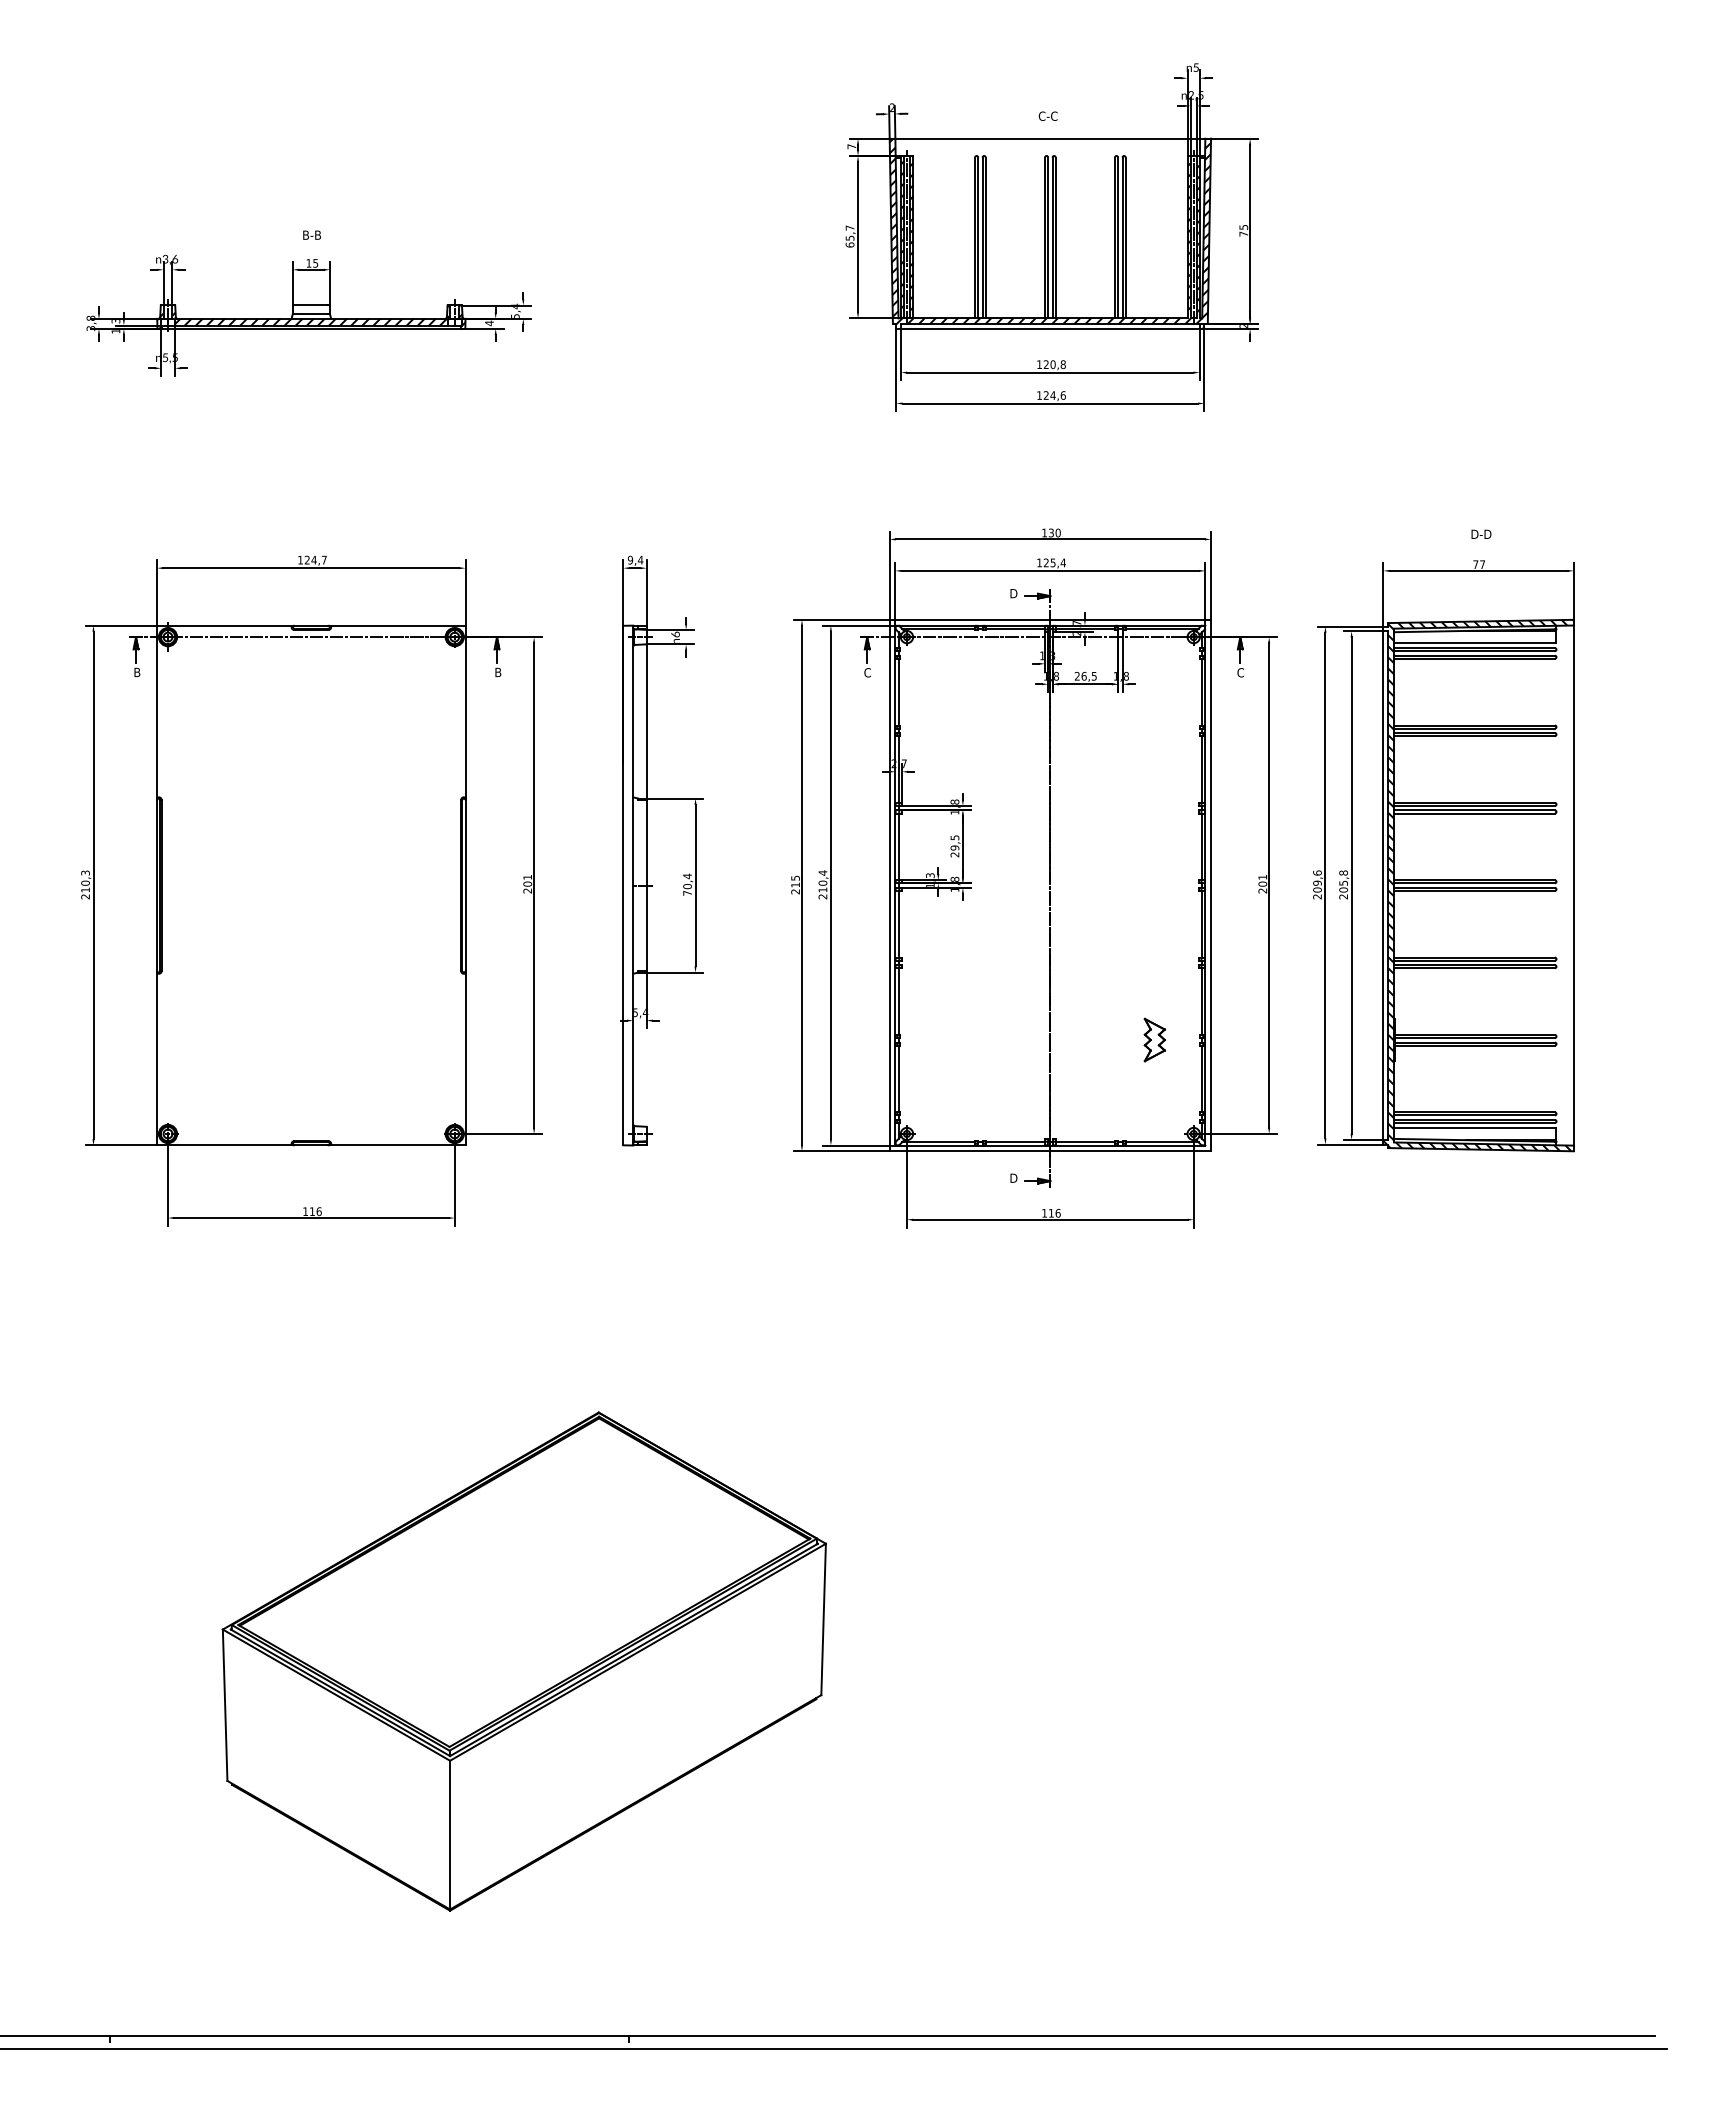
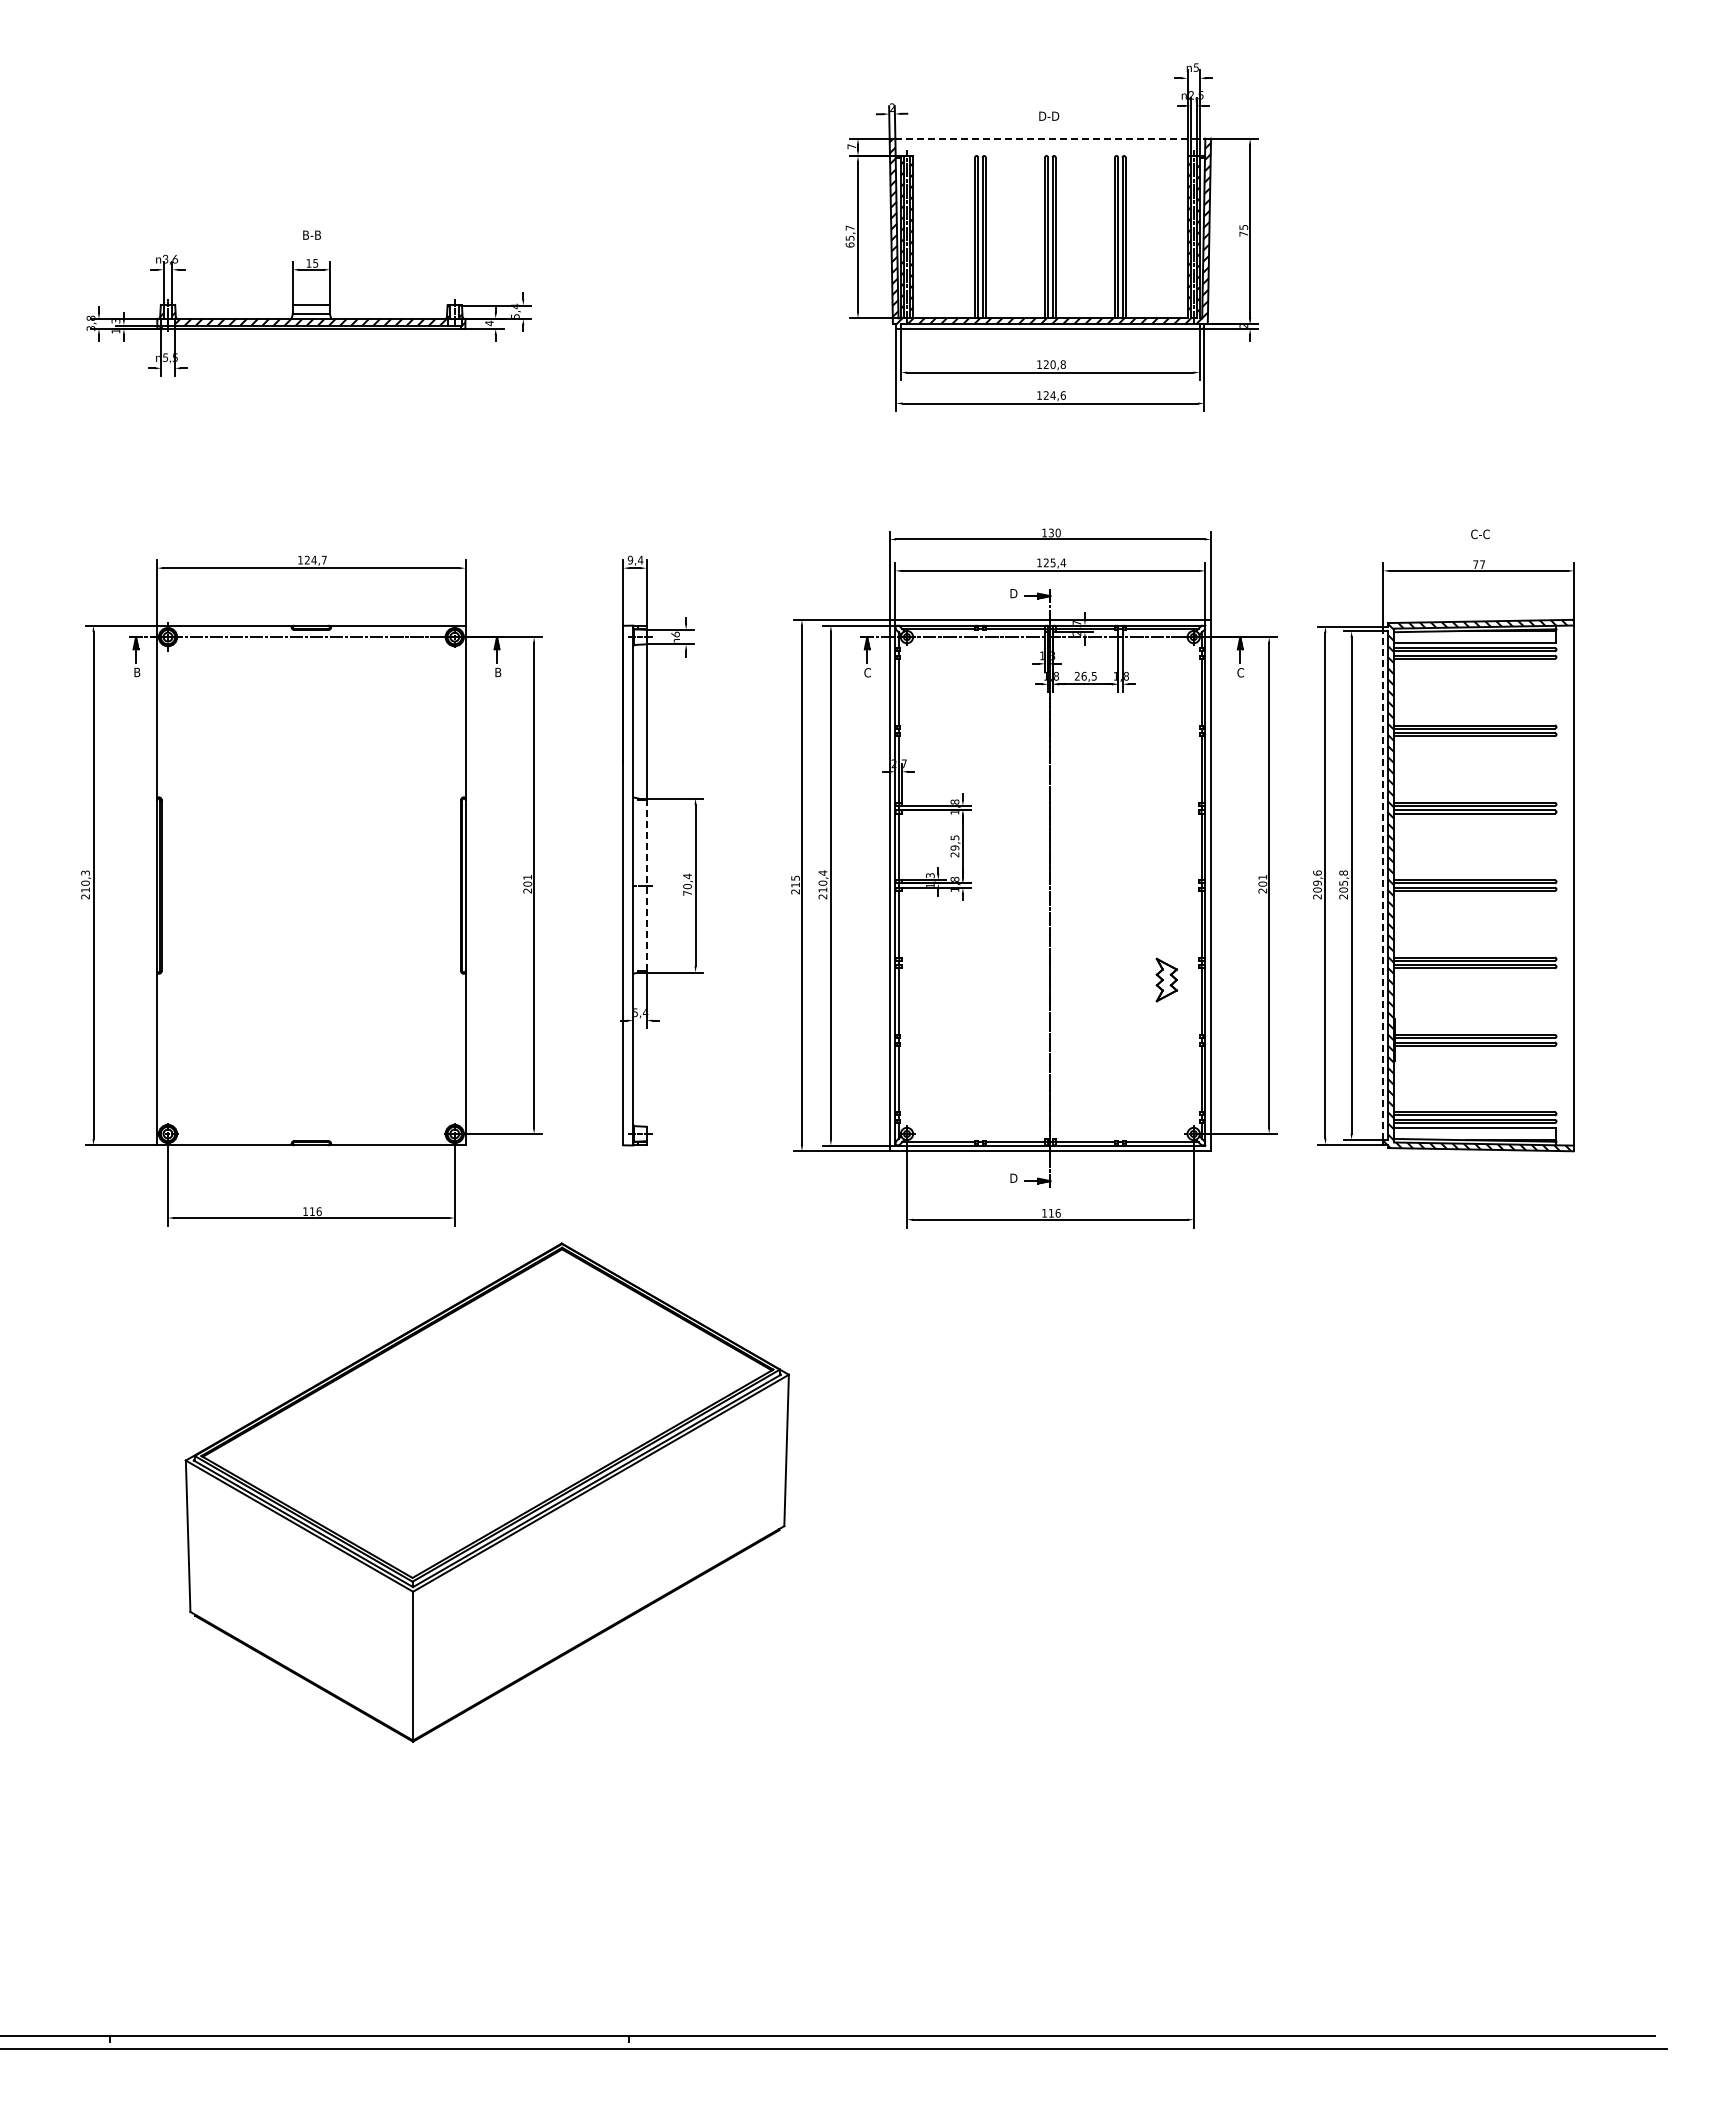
text at (1048, 115): C-C -> D-D
line at (1050, 138): solid -> dashed
text at (1481, 534): D-D -> C-C
line at (646, 885): solid -> dashed
line at (1383, 885): solid -> dashed
part at (1154, 1039) position: (1154, 1039) -> (1166, 979)
part at (523, 1661) position: (523, 1661) -> (486, 1492)
